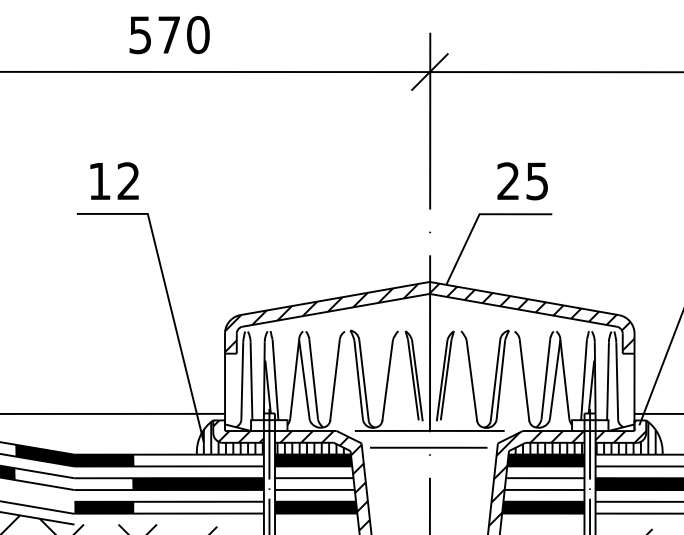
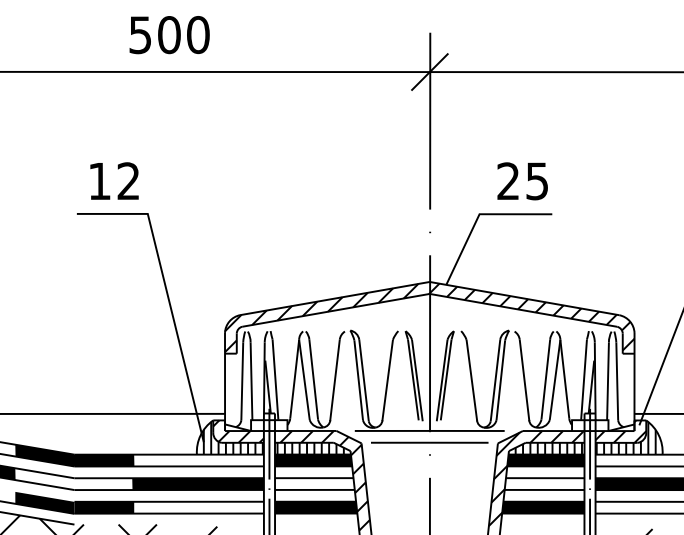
text at (169, 35): 570 -> 500
line at (428, 447) position: (428, 447) -> (429, 442)
fill at (44, 502): none -> present
